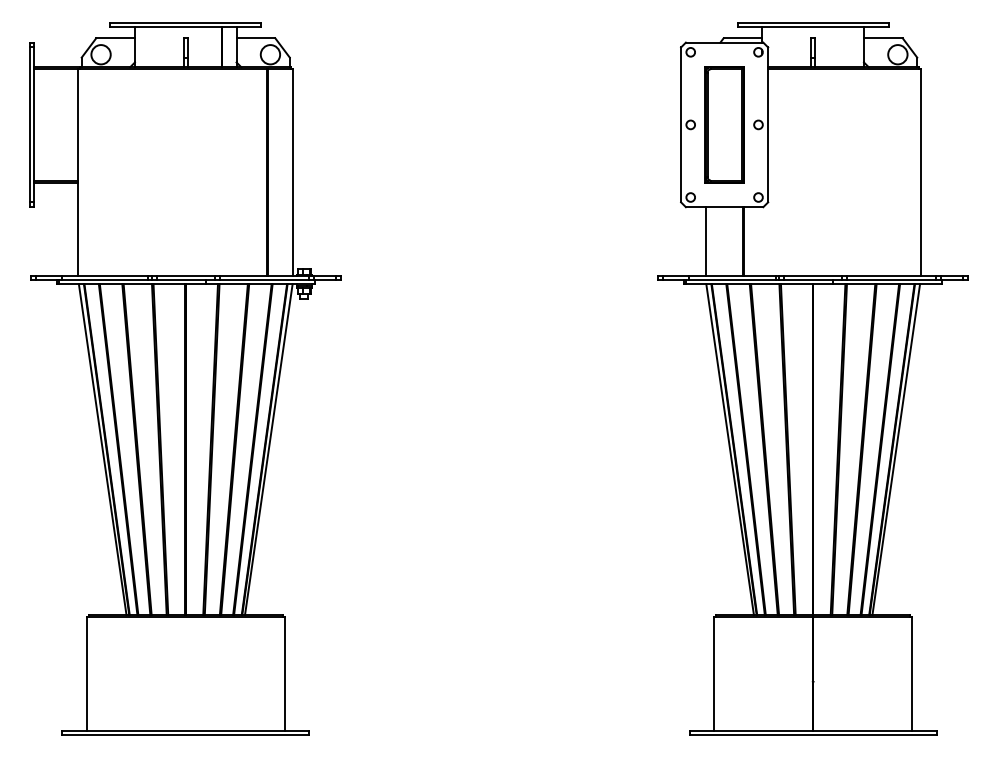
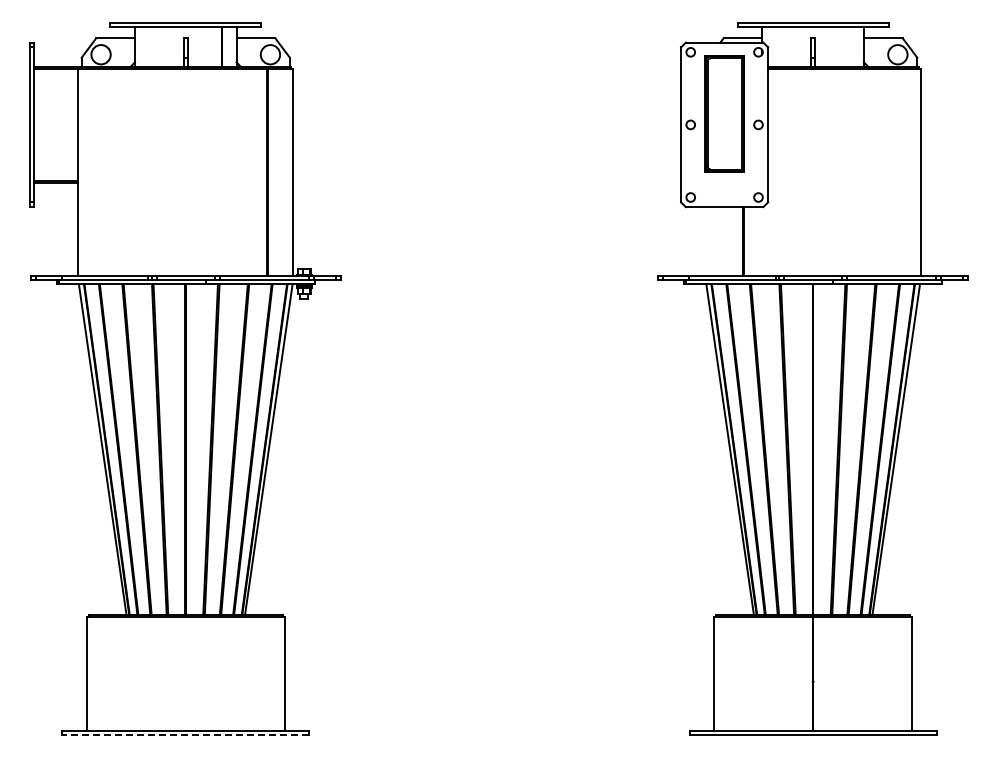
part at (724, 124) position: (724, 124) -> (724, 113)
line at (705, 241): present -> none
line at (185, 735): solid -> dashed
